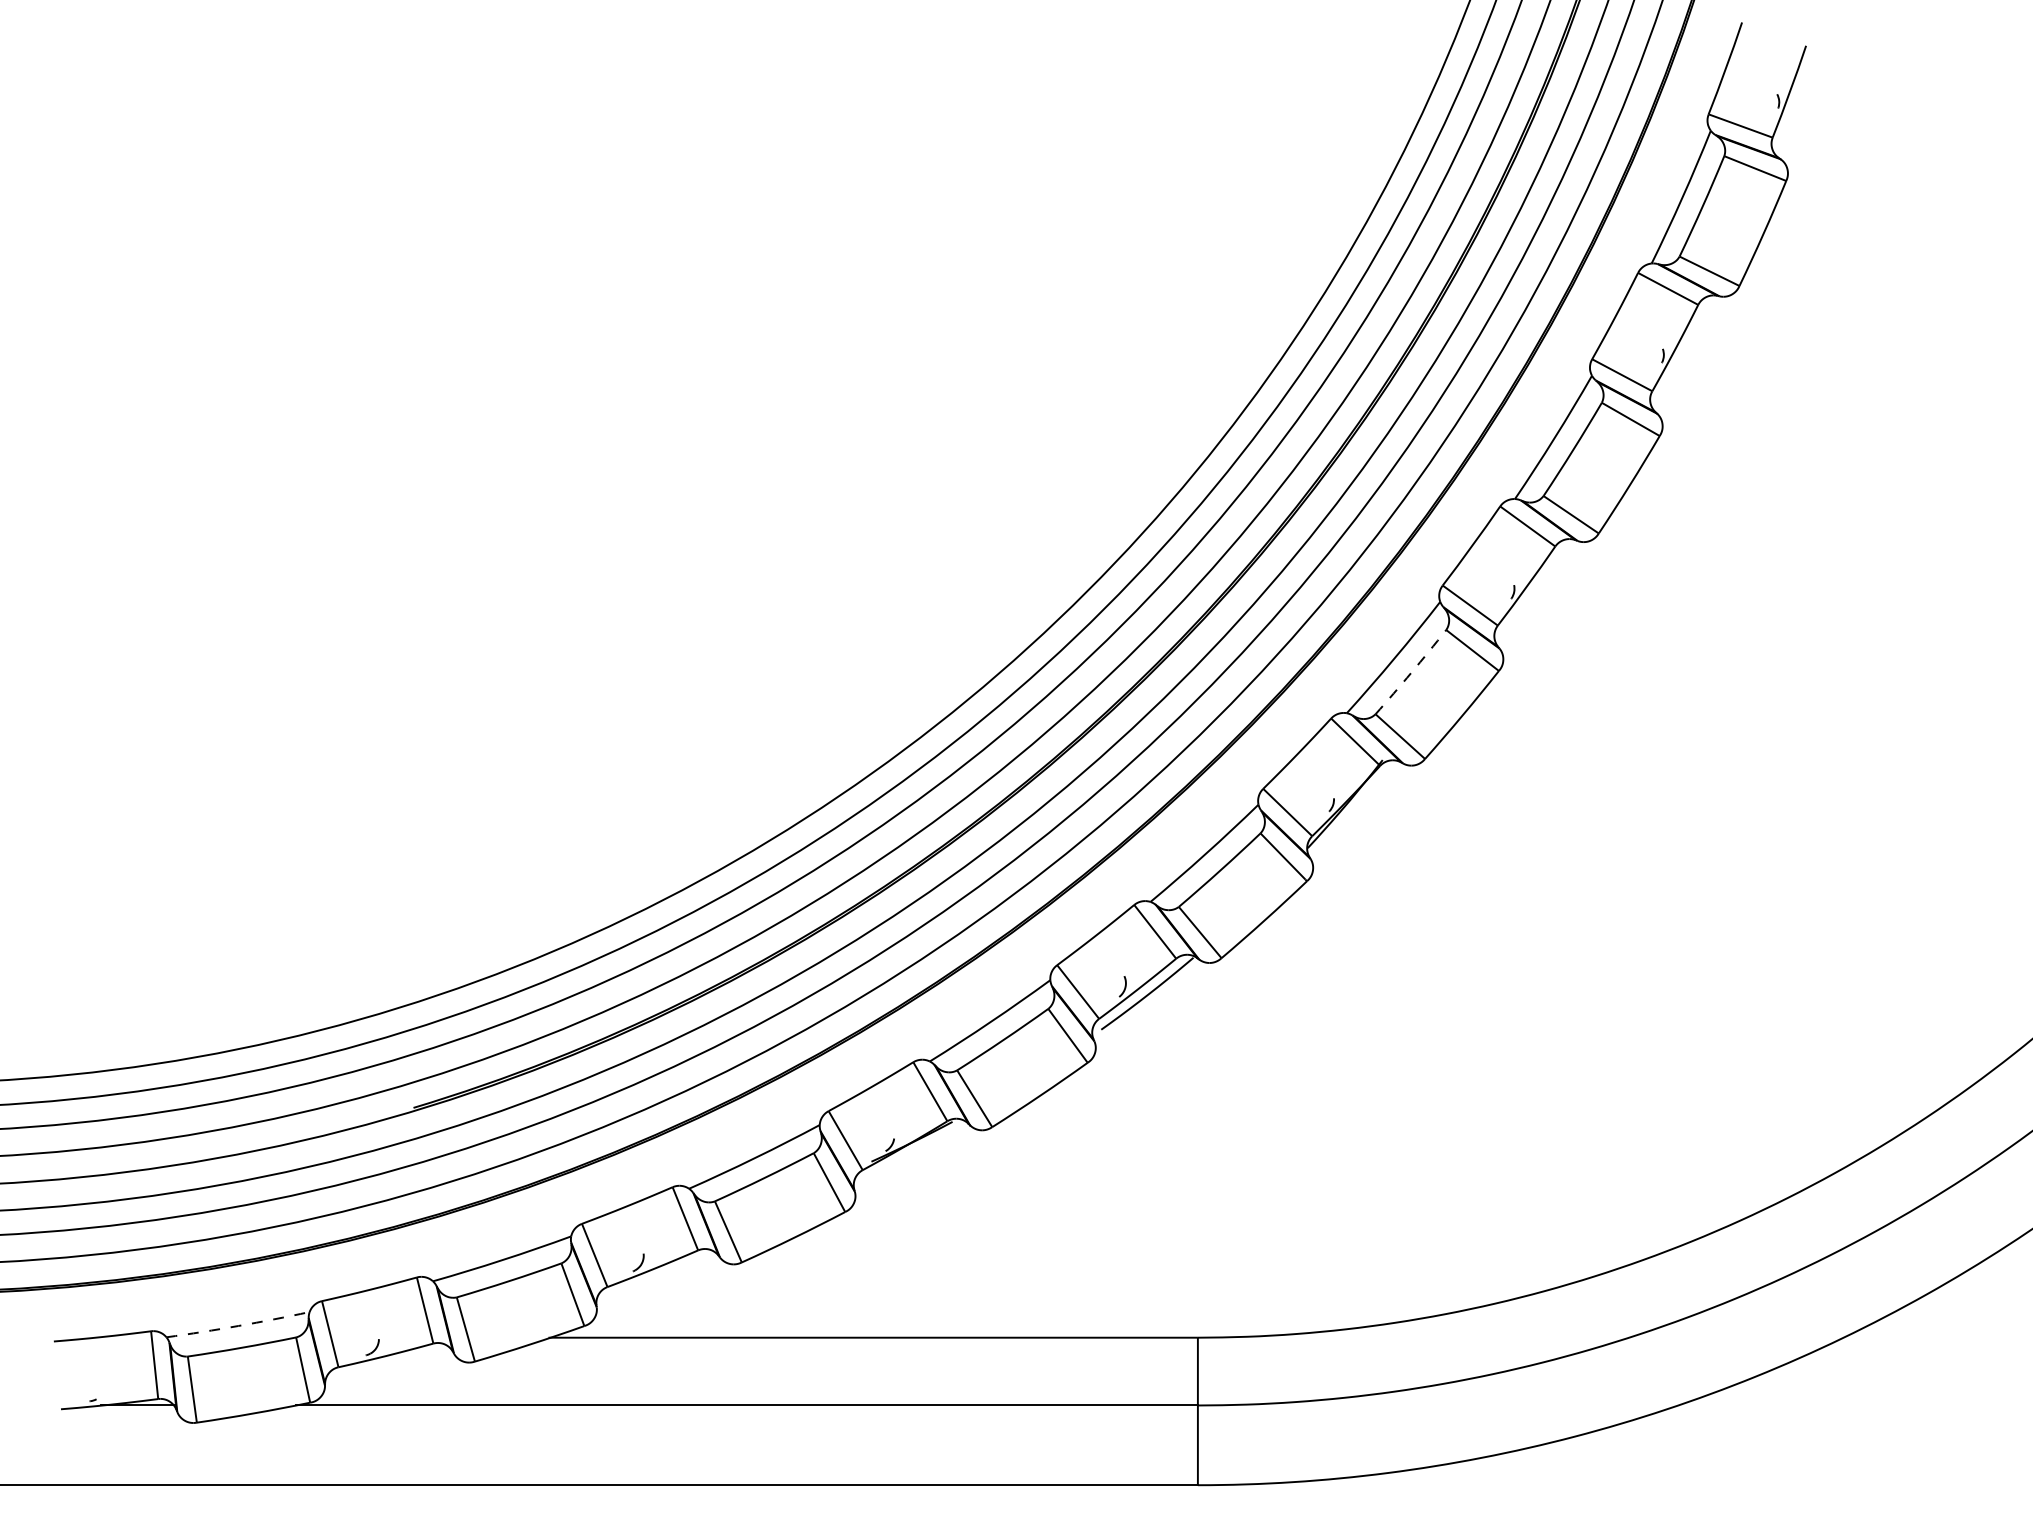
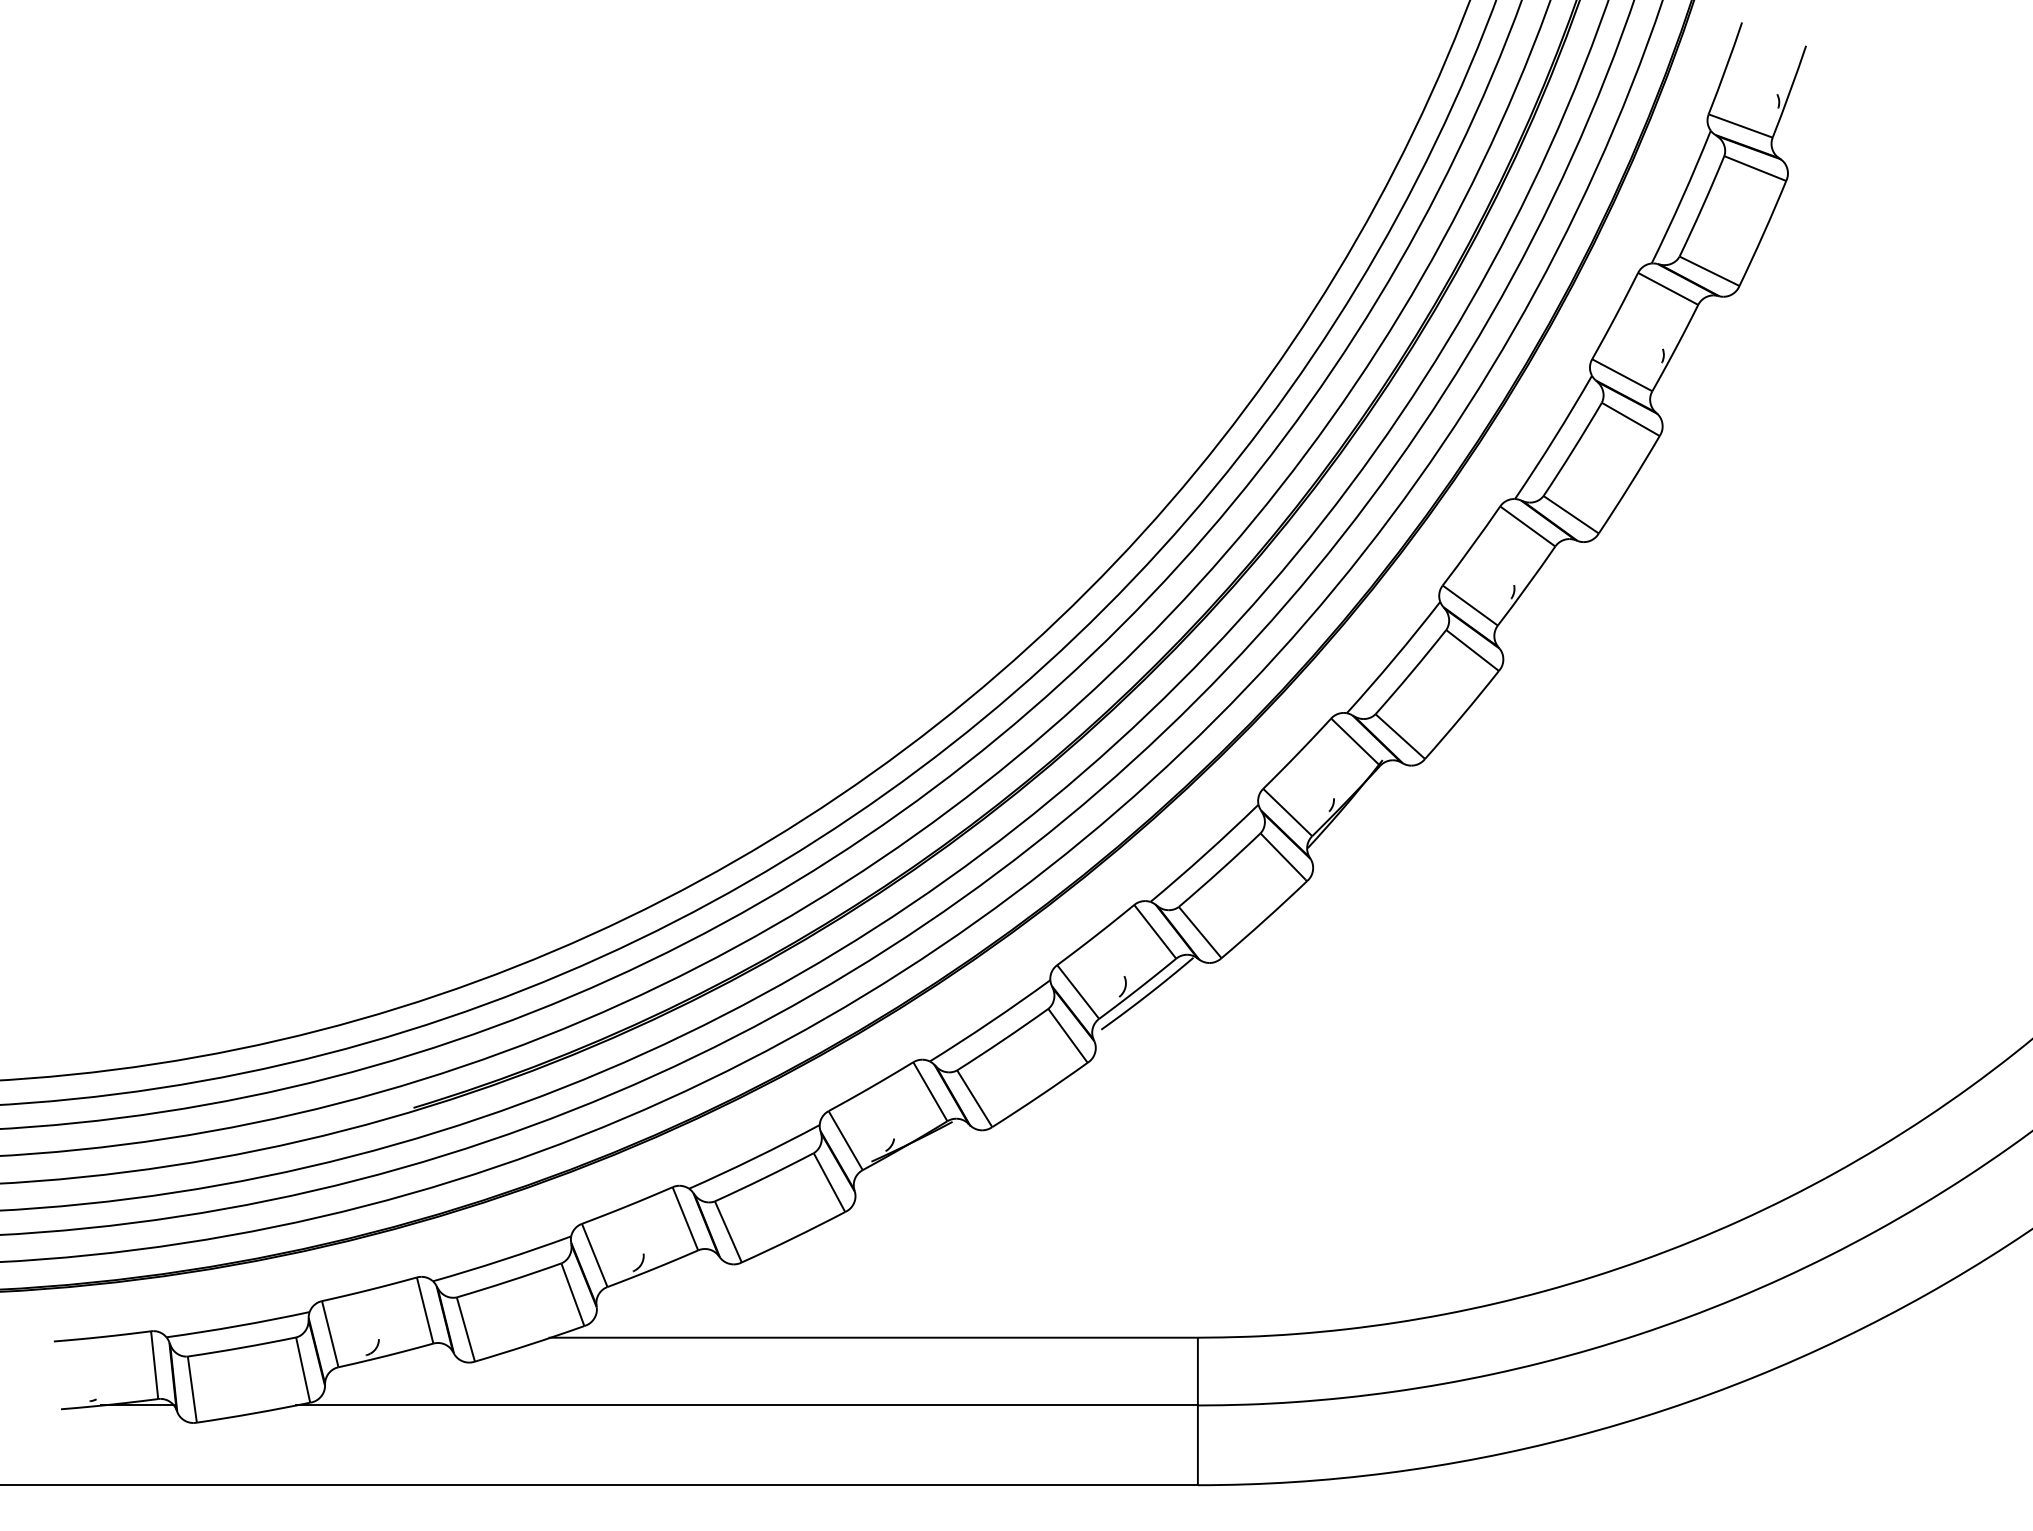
arc at (1411, 672): dashed -> solid
arc at (238, 1326): dashed -> solid
